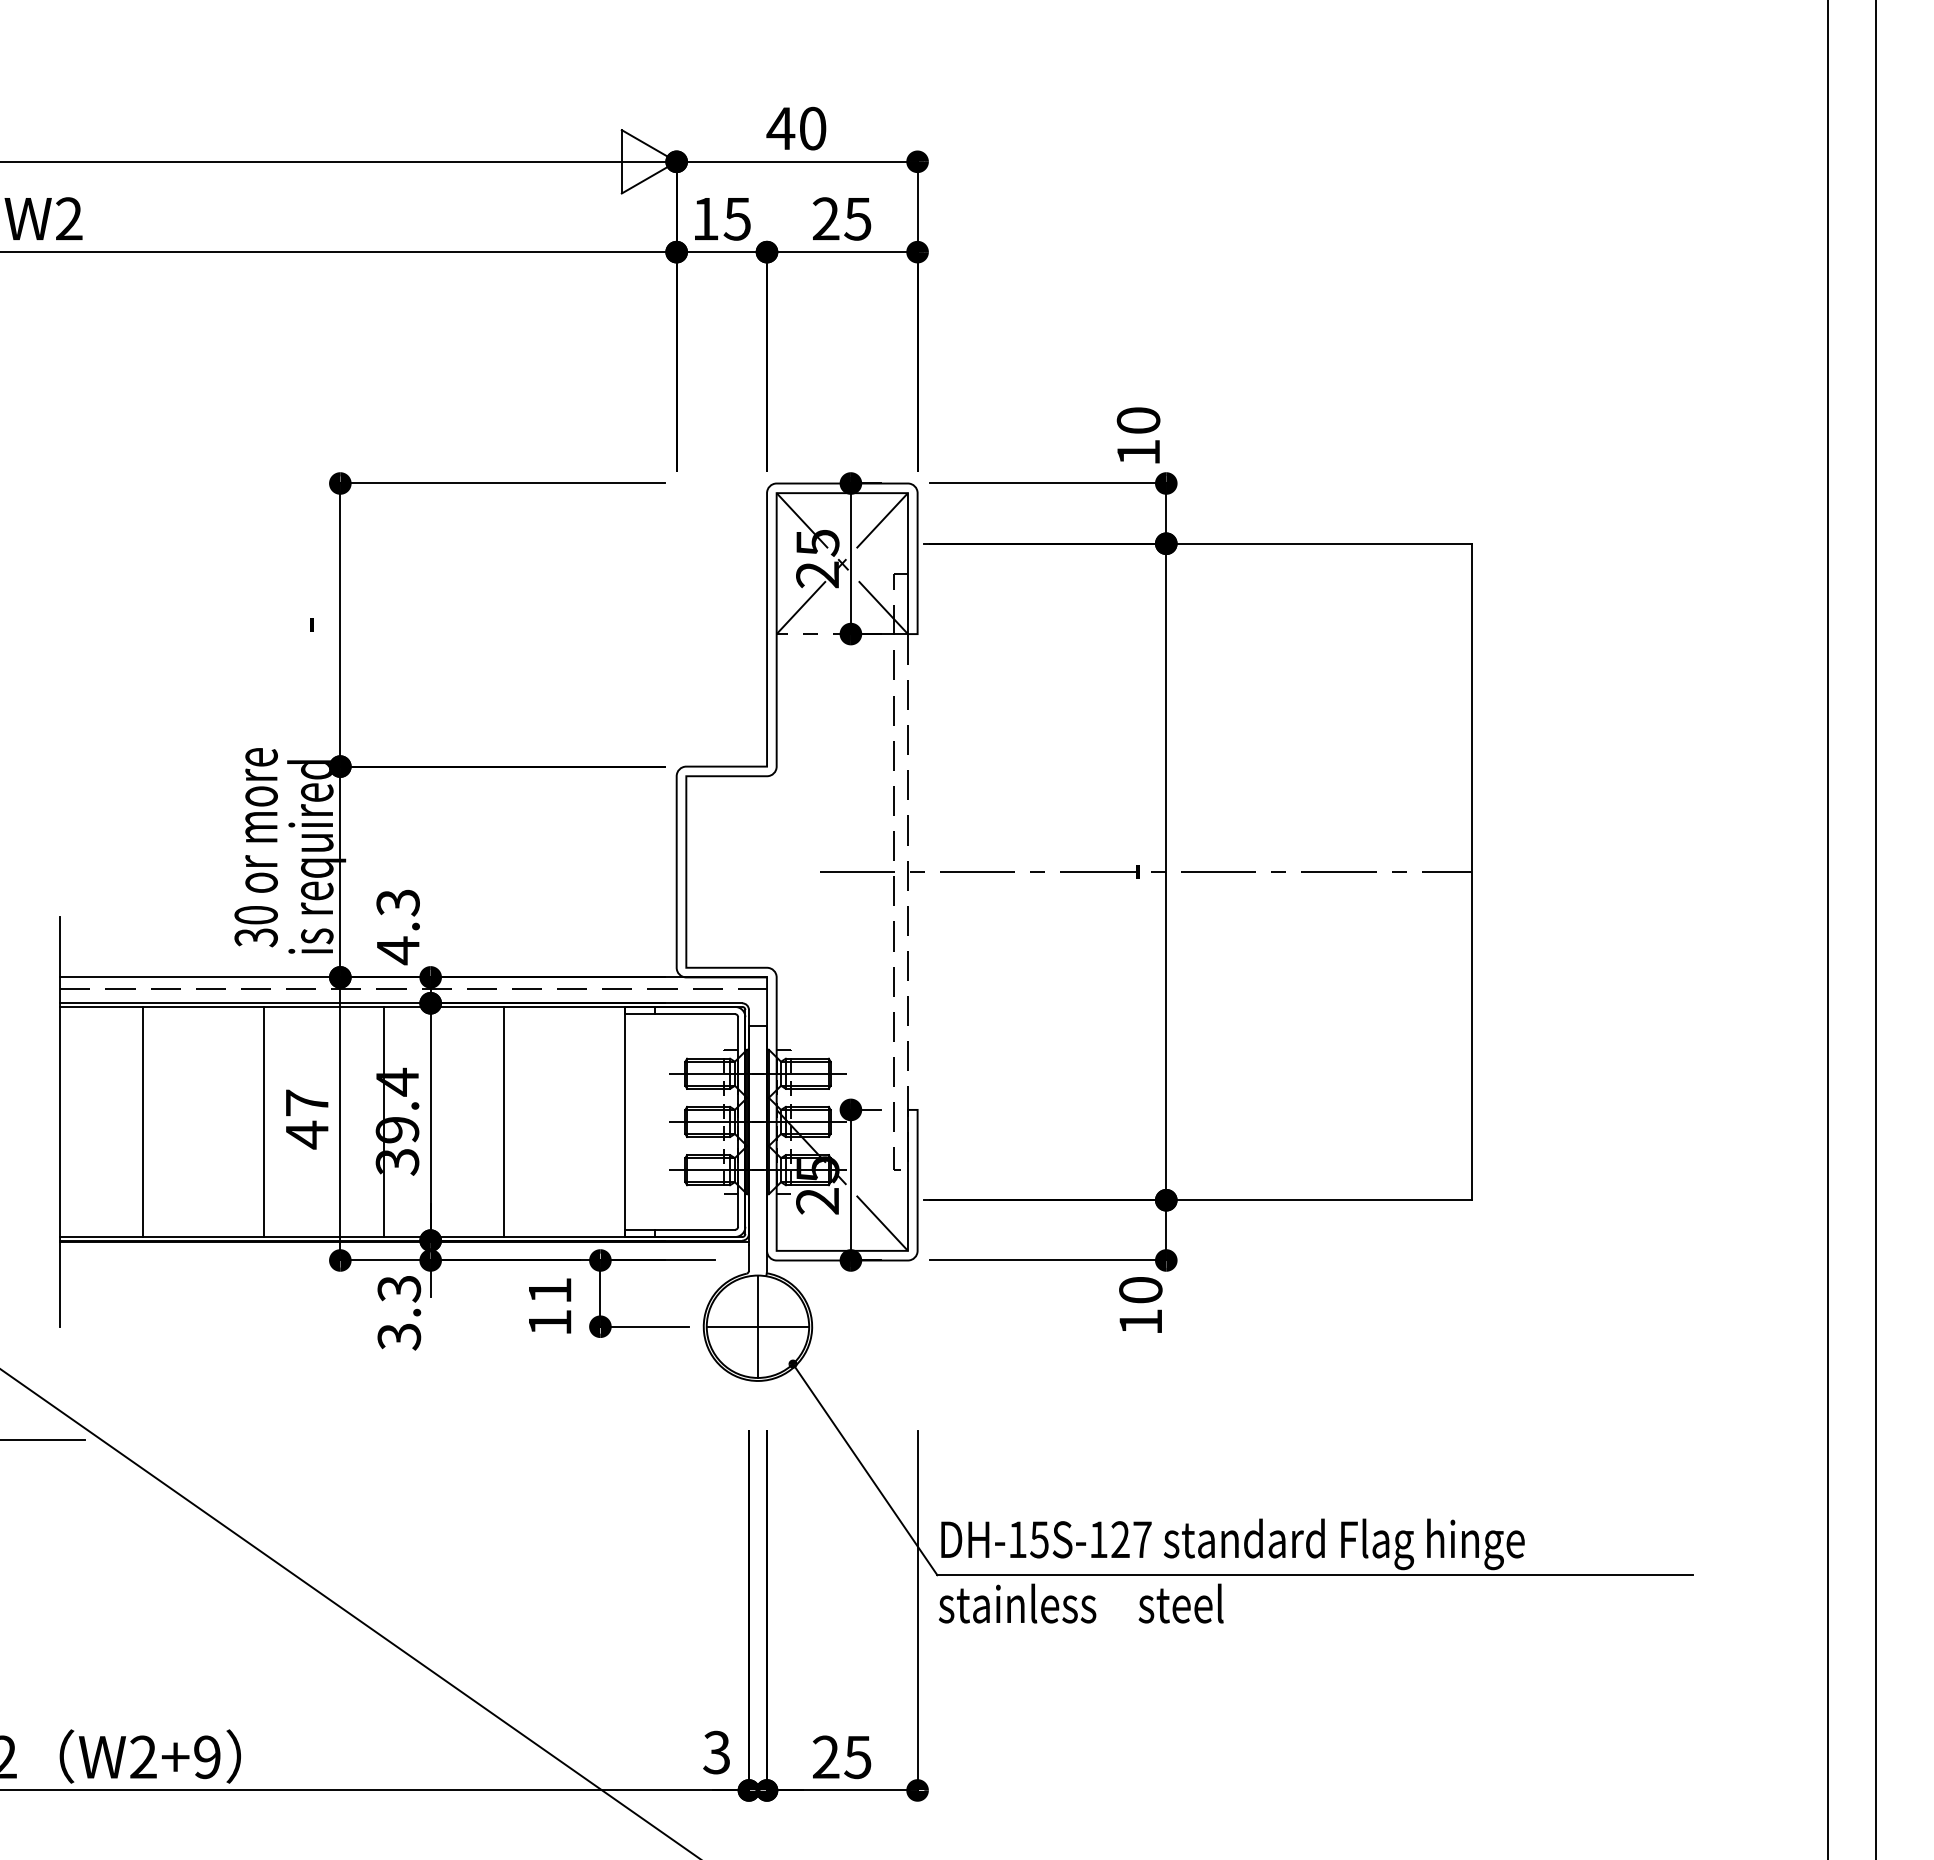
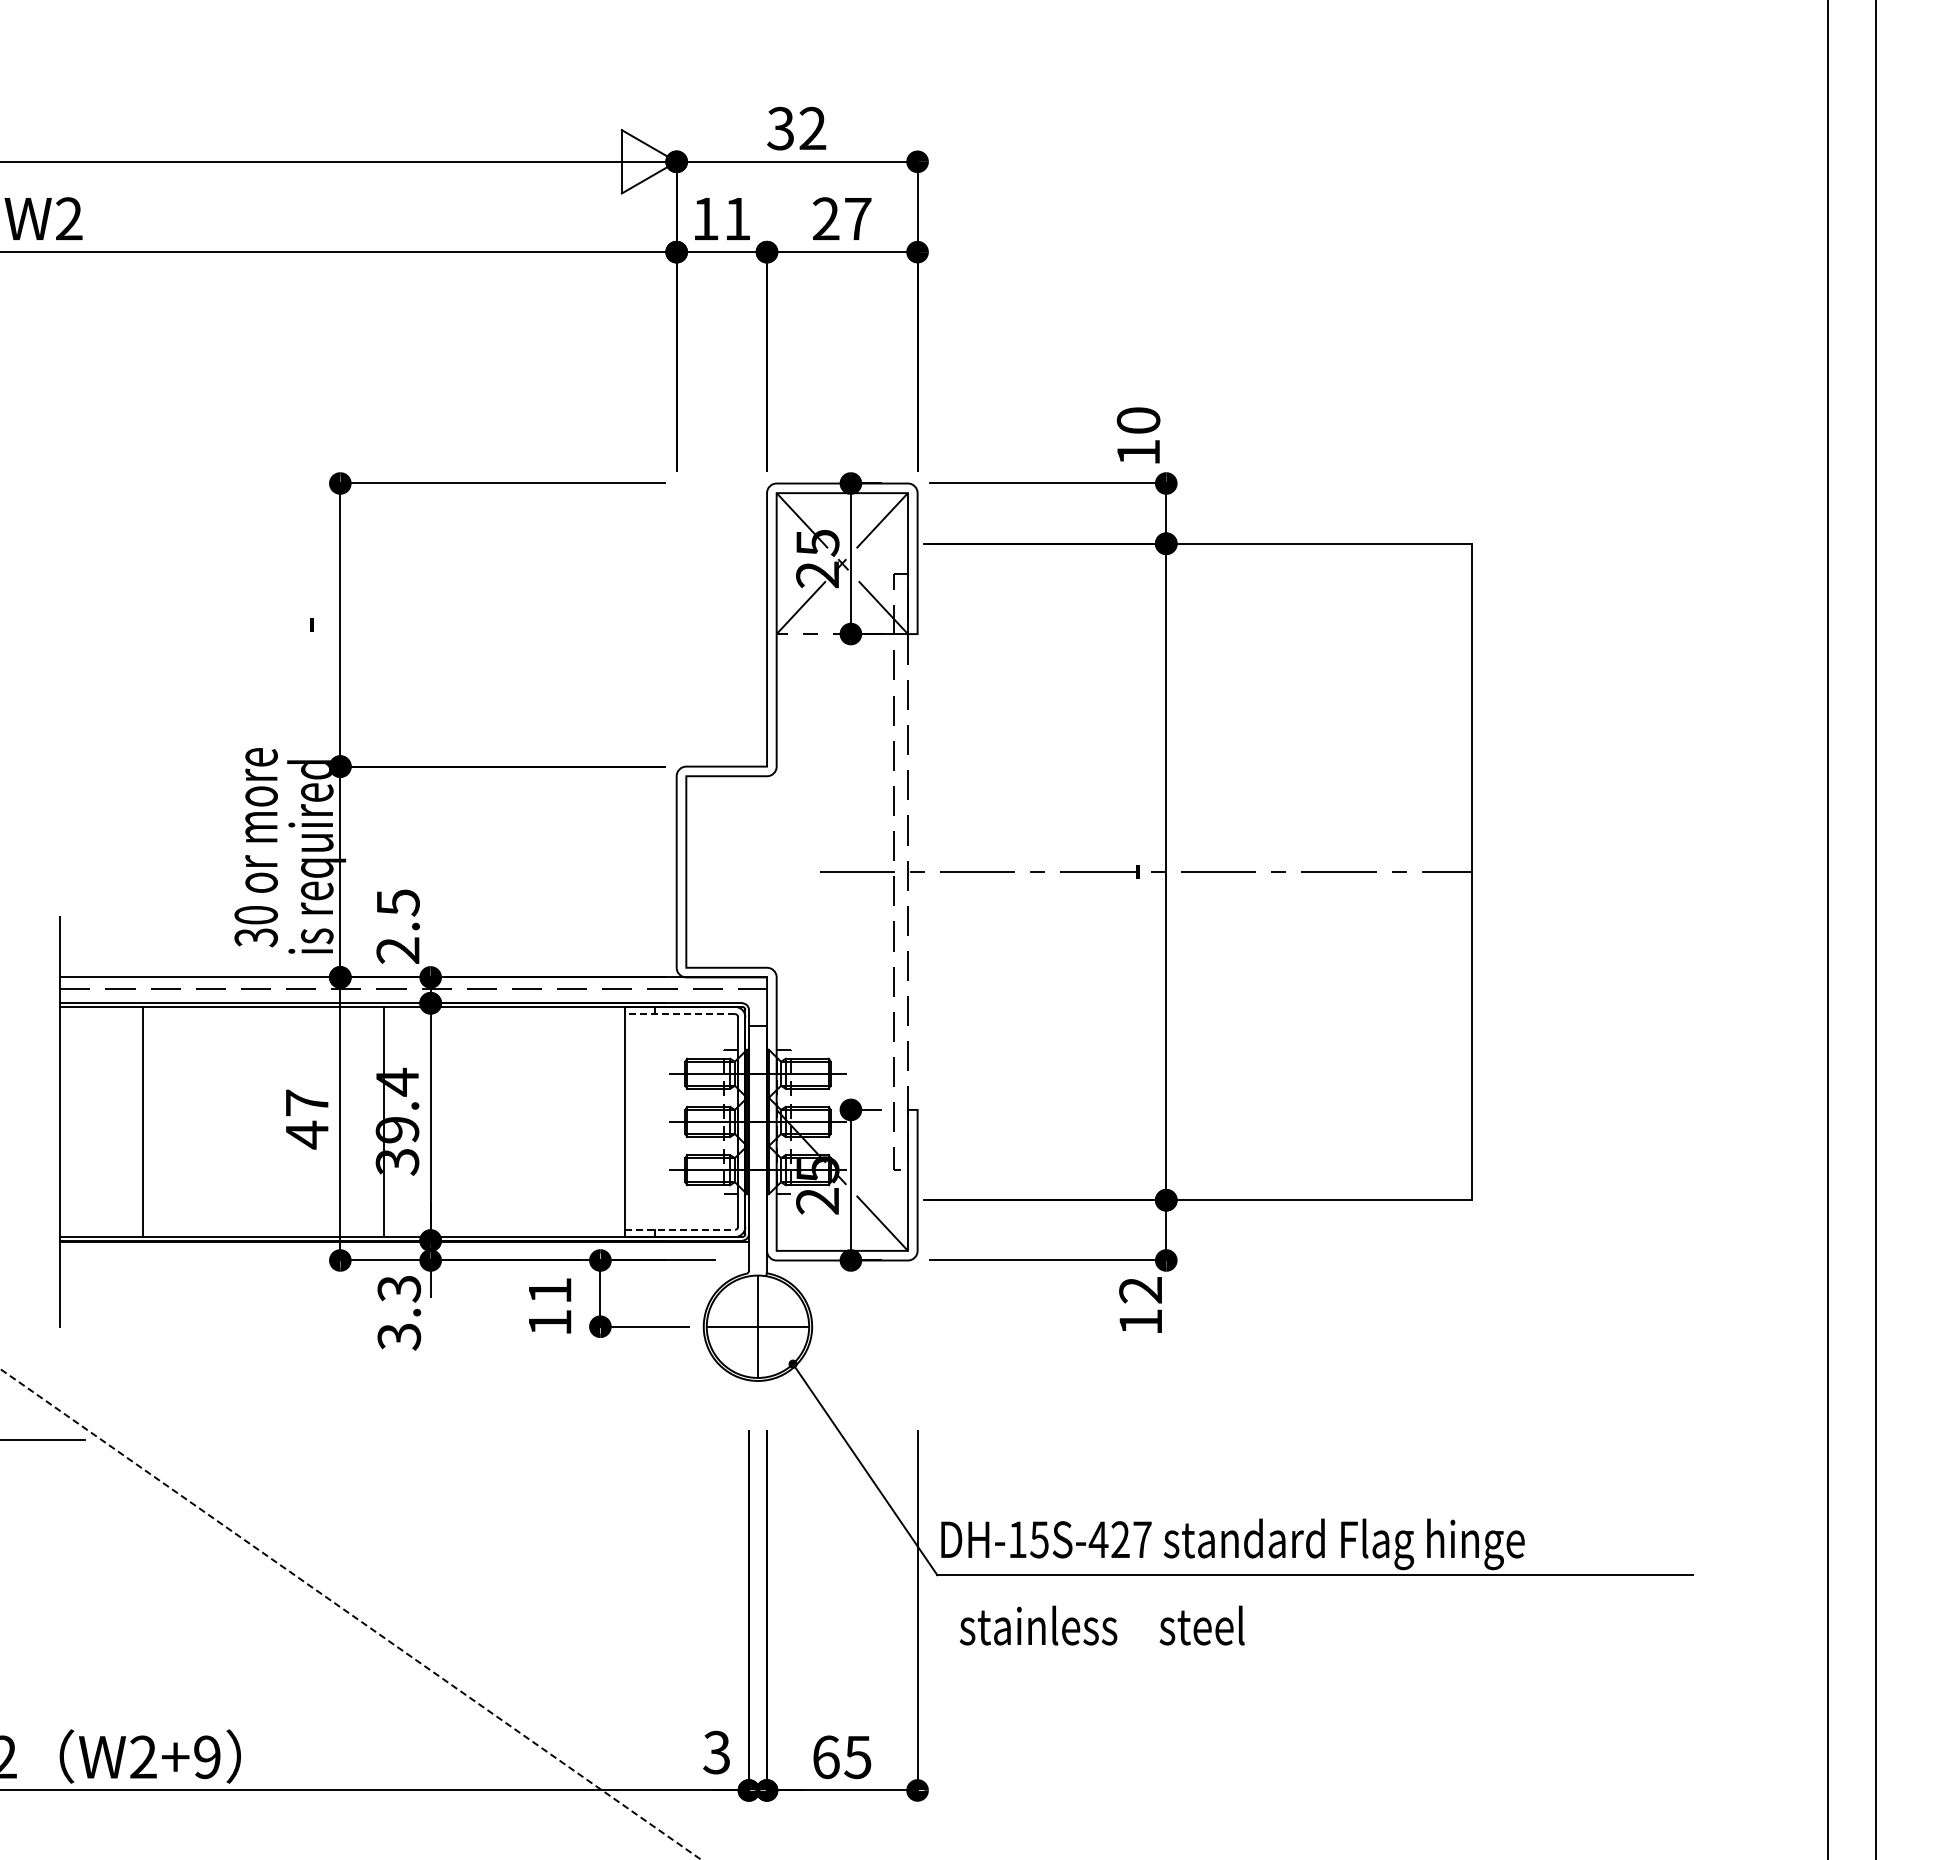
text at (796, 128): 40 -> 32
text at (736, 219): 15 -> 11
text at (857, 219): 25 -> 27
text at (397, 927): 4.3 -> 2.5
line at (679, 1014): solid -> dashed
line at (263, 1121): present -> none
line at (504, 1121): present -> none
line at (680, 1229): solid -> dashed
text at (1140, 1290): 10 -> 12
text at (1098, 1539): DH-15S-127 -> DH-15S-427
text at (1080, 1603) position: (1080, 1603) -> (1101, 1625)
line at (351, 1614): solid -> dashed
text at (825, 1757): 25 -> 65
